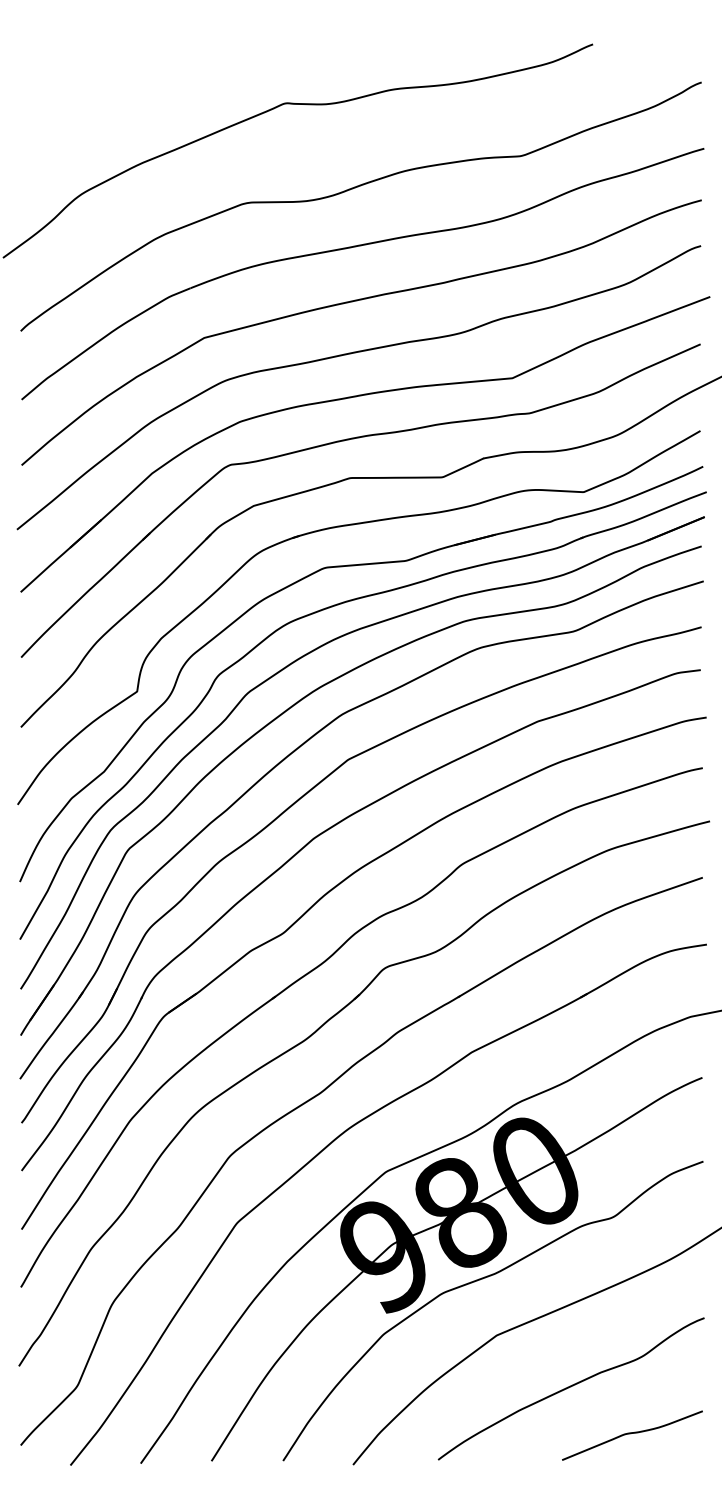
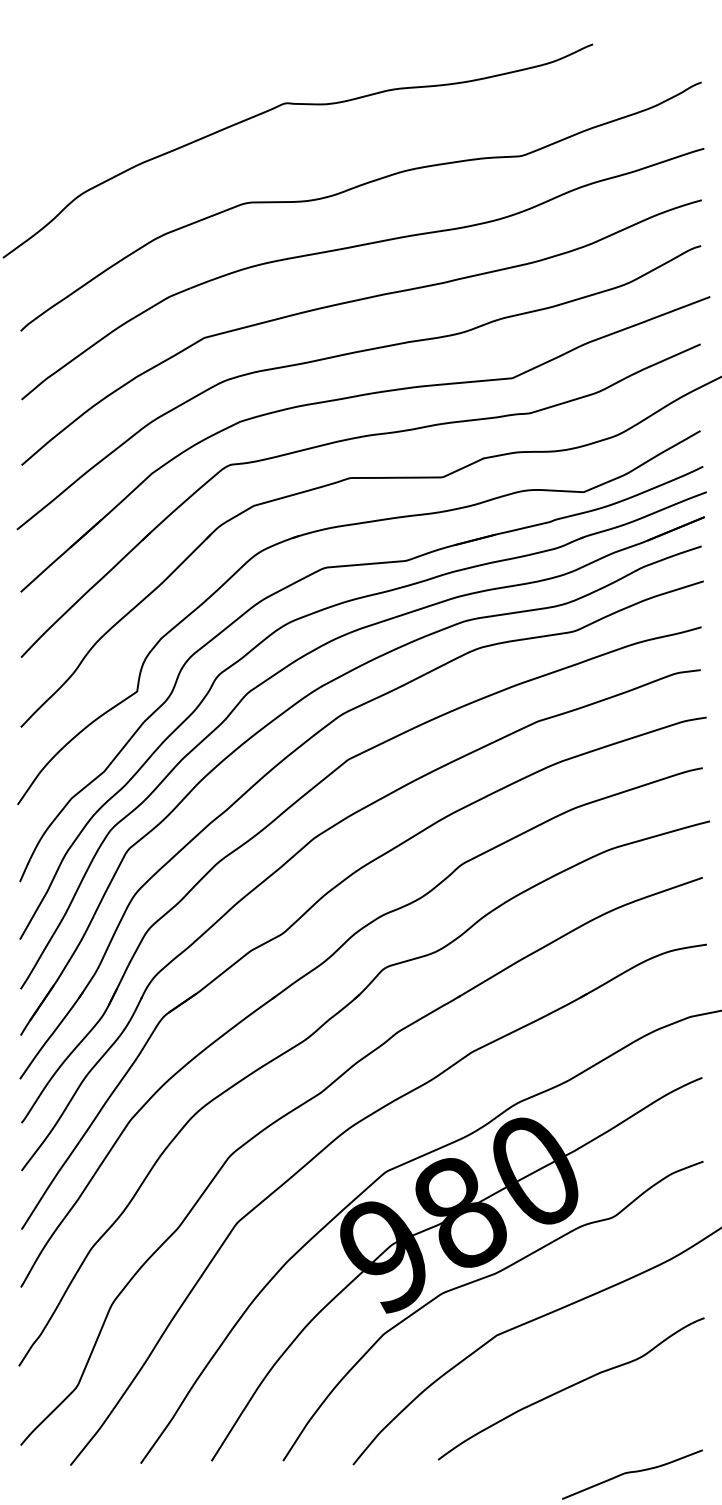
curve at (632, 1433) position: (632, 1433) -> (632, 1472)
